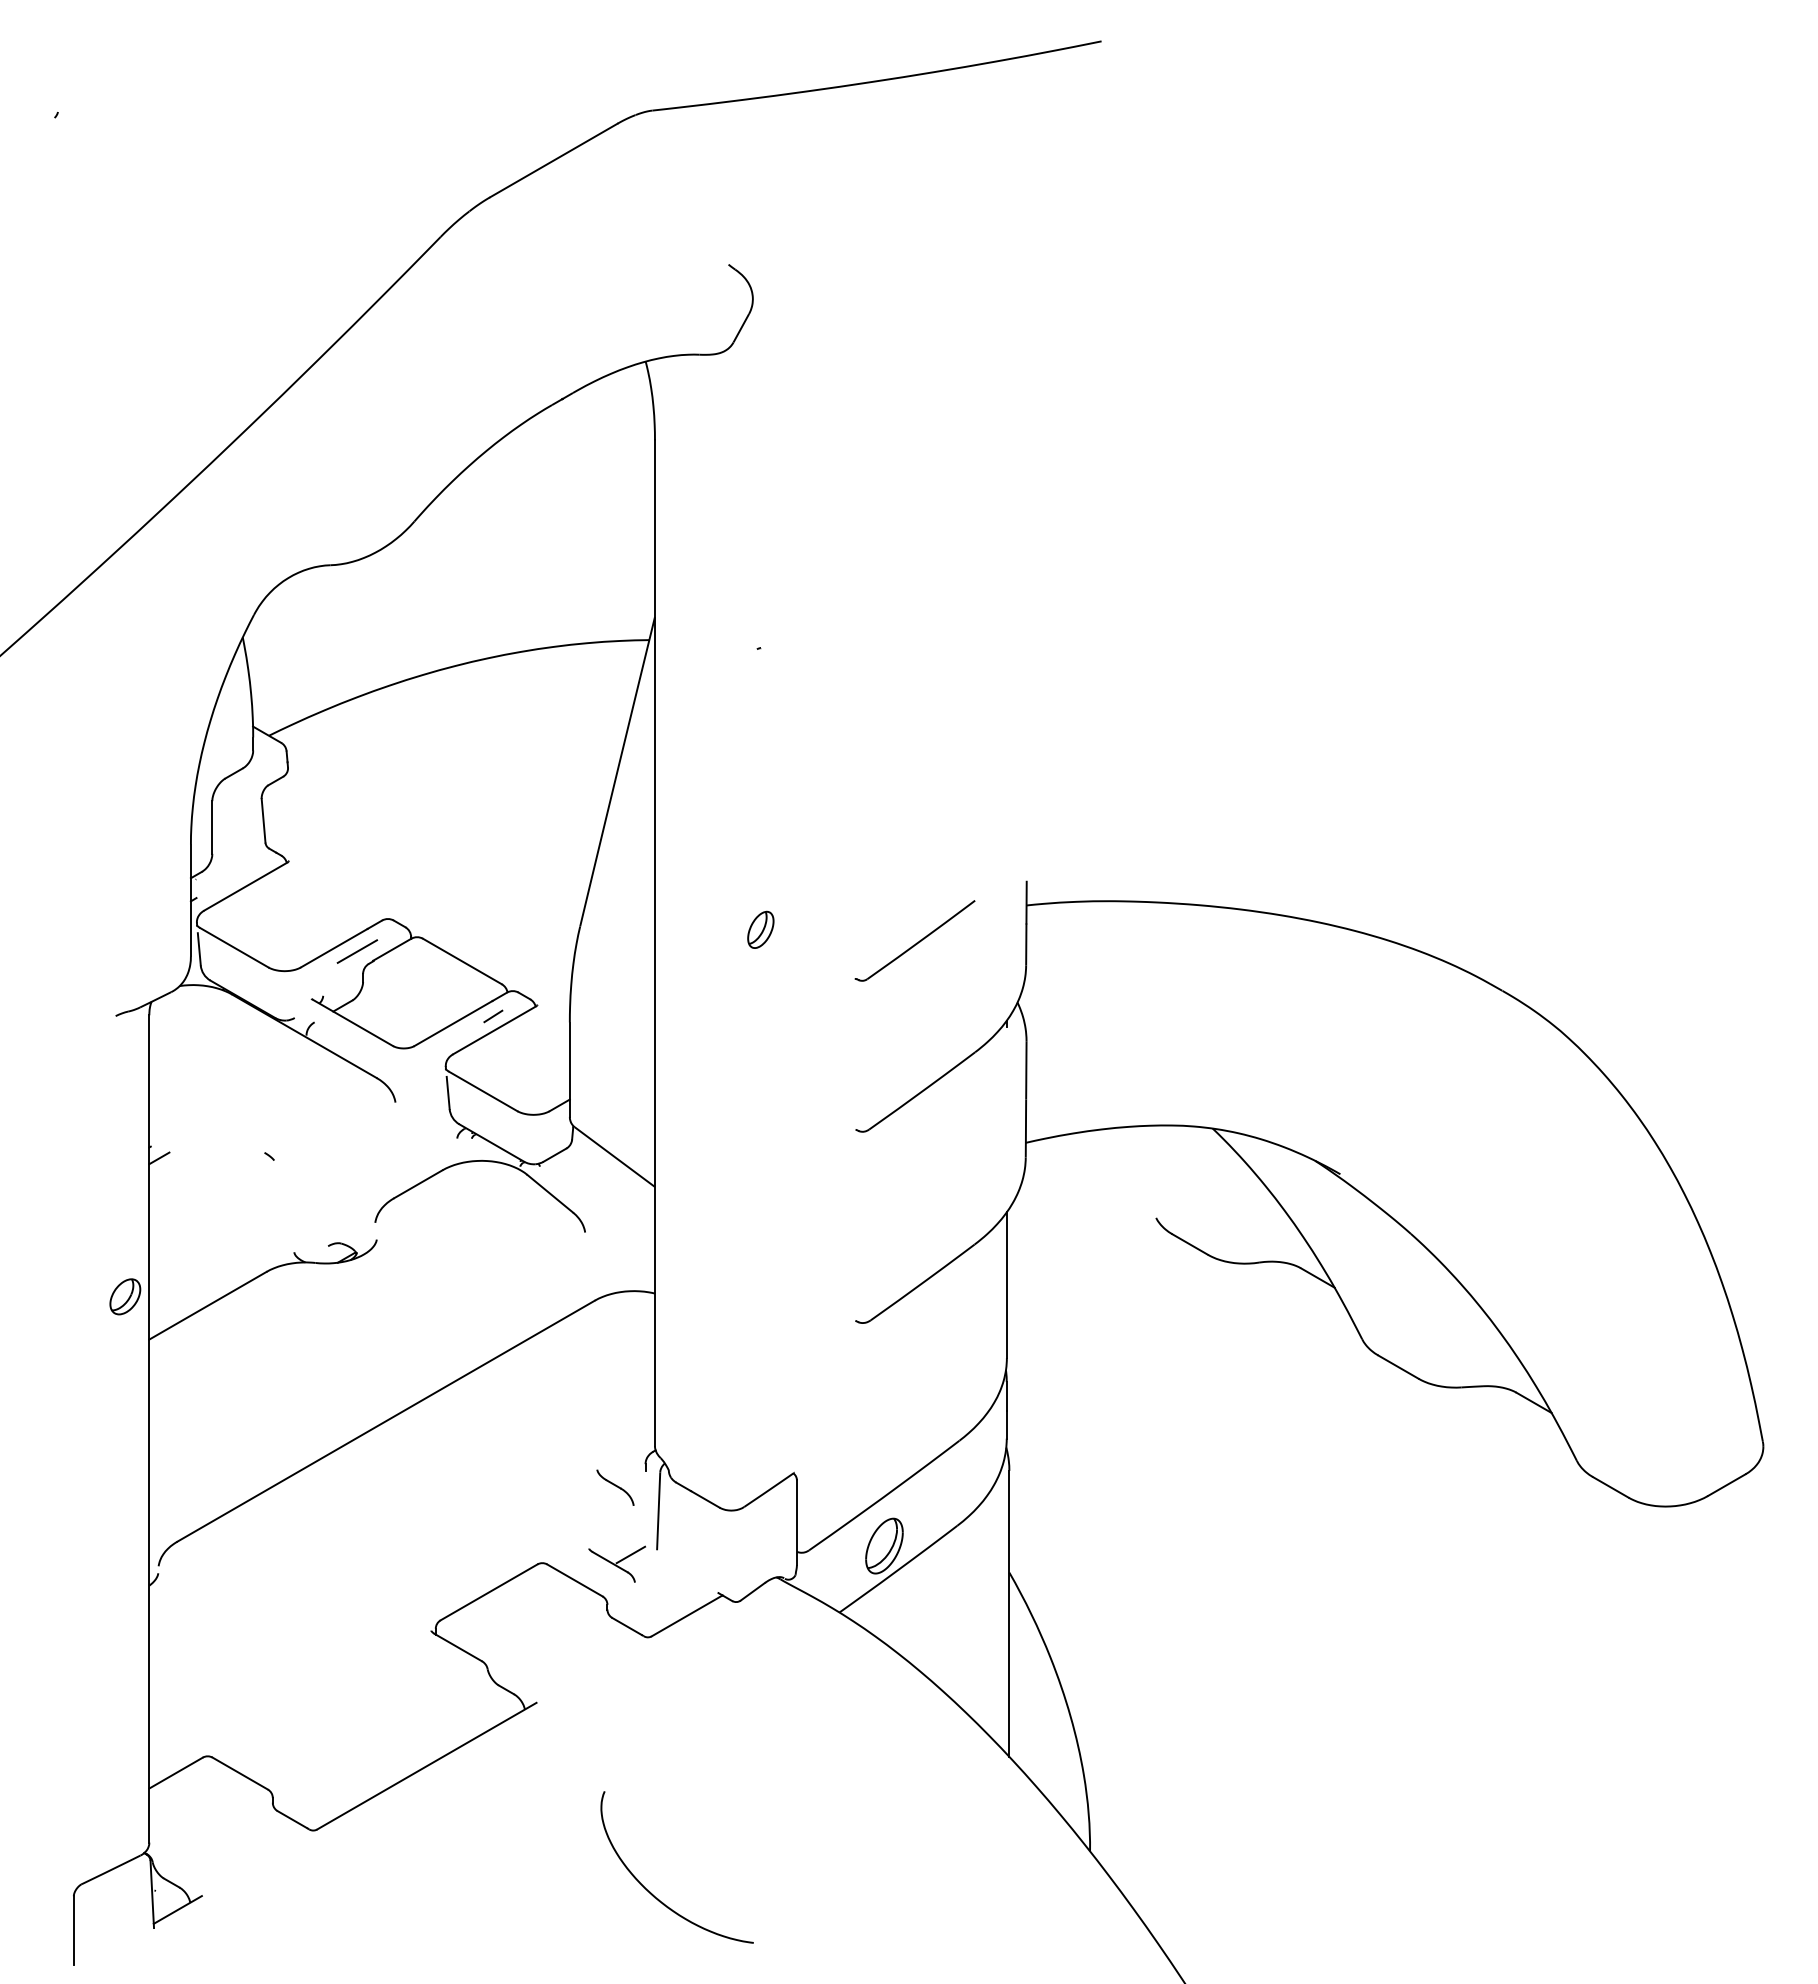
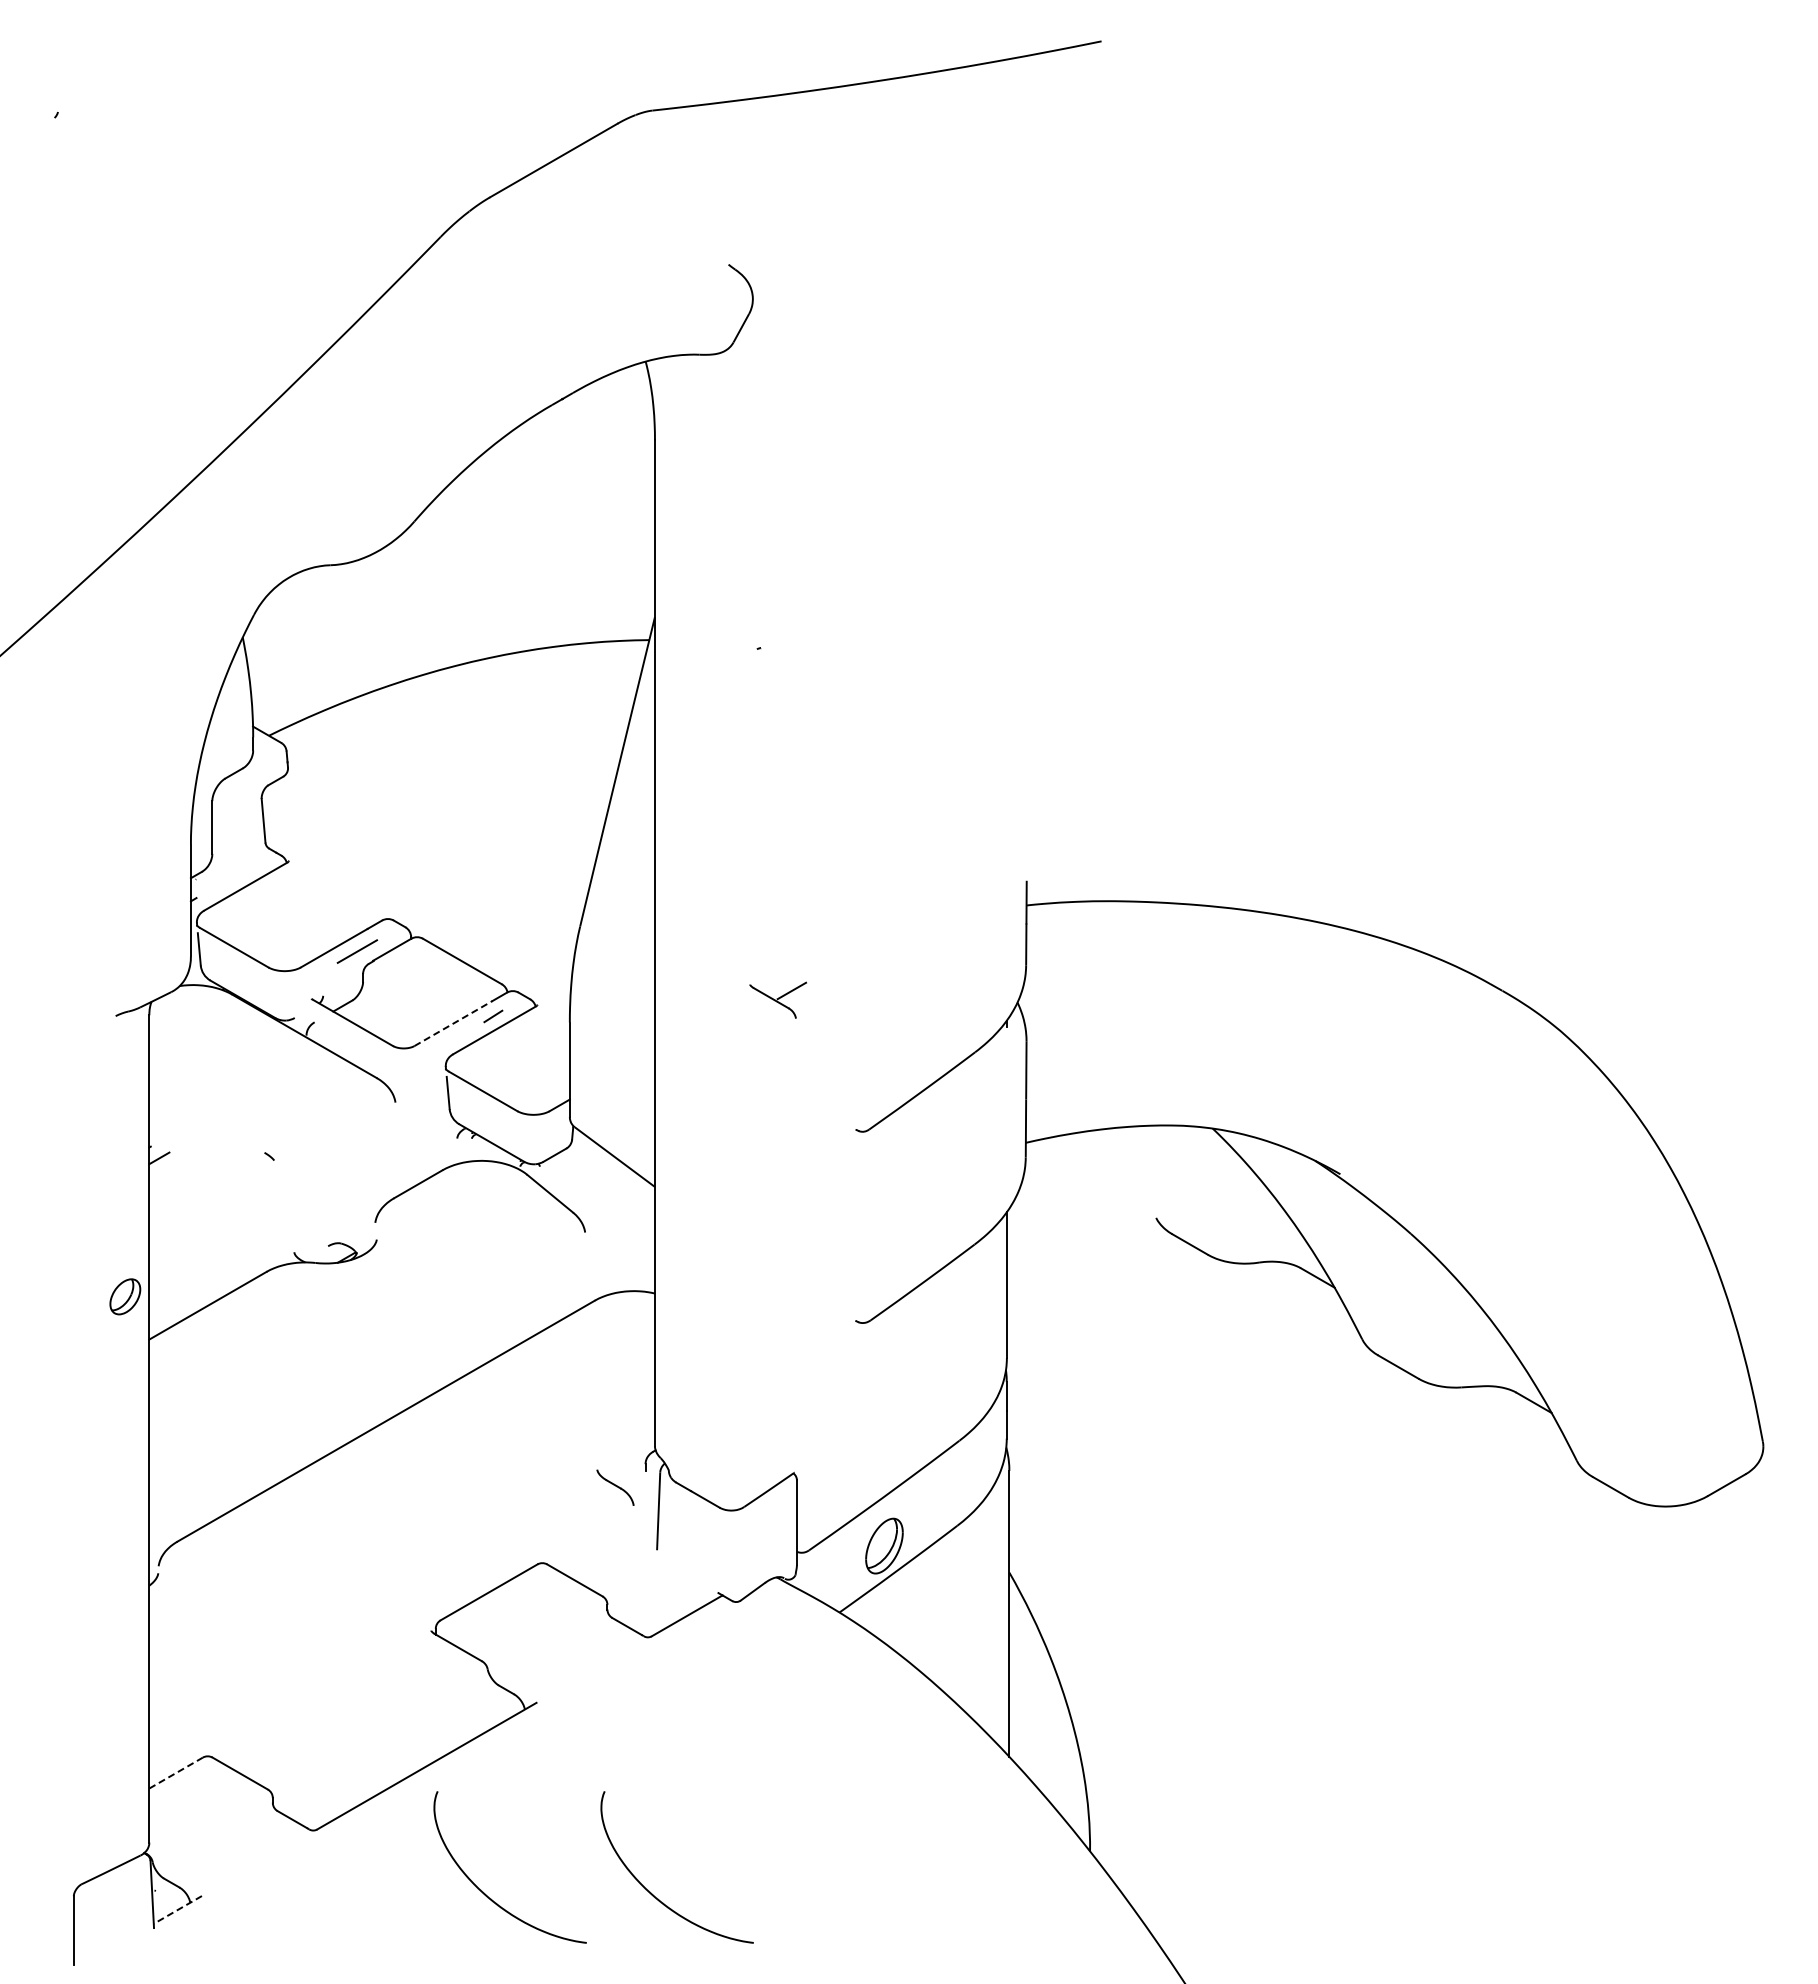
part at (760, 929): present -> none
part at (914, 940): present -> none
line at (453, 1023): solid -> dashed
part at (616, 1563) position: (616, 1563) -> (777, 999)
line at (176, 1773): solid -> dashed
curve at (484, 1892): none -> present
line at (177, 1909): solid -> dashed
